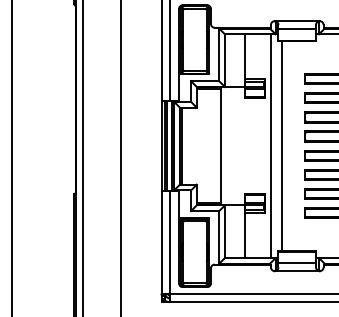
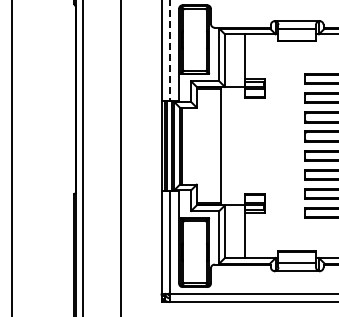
line at (170, 51): solid -> dashed
line at (271, 145): present -> none
line at (282, 146): present -> none
